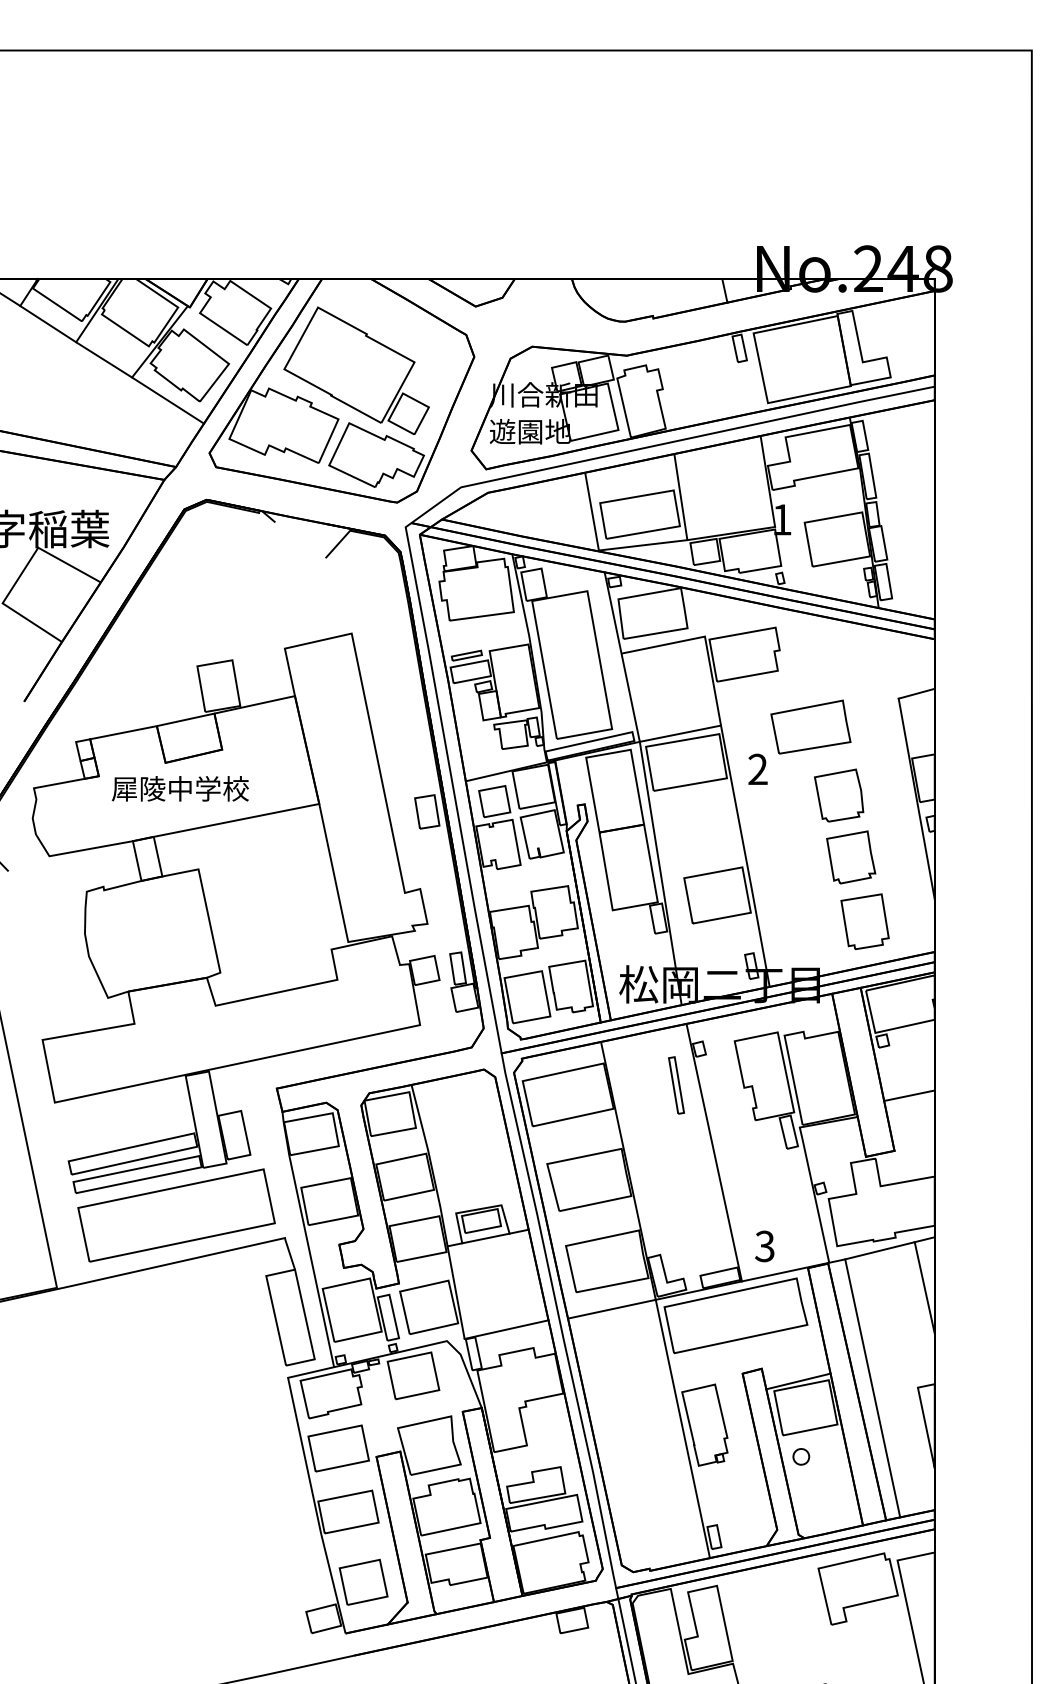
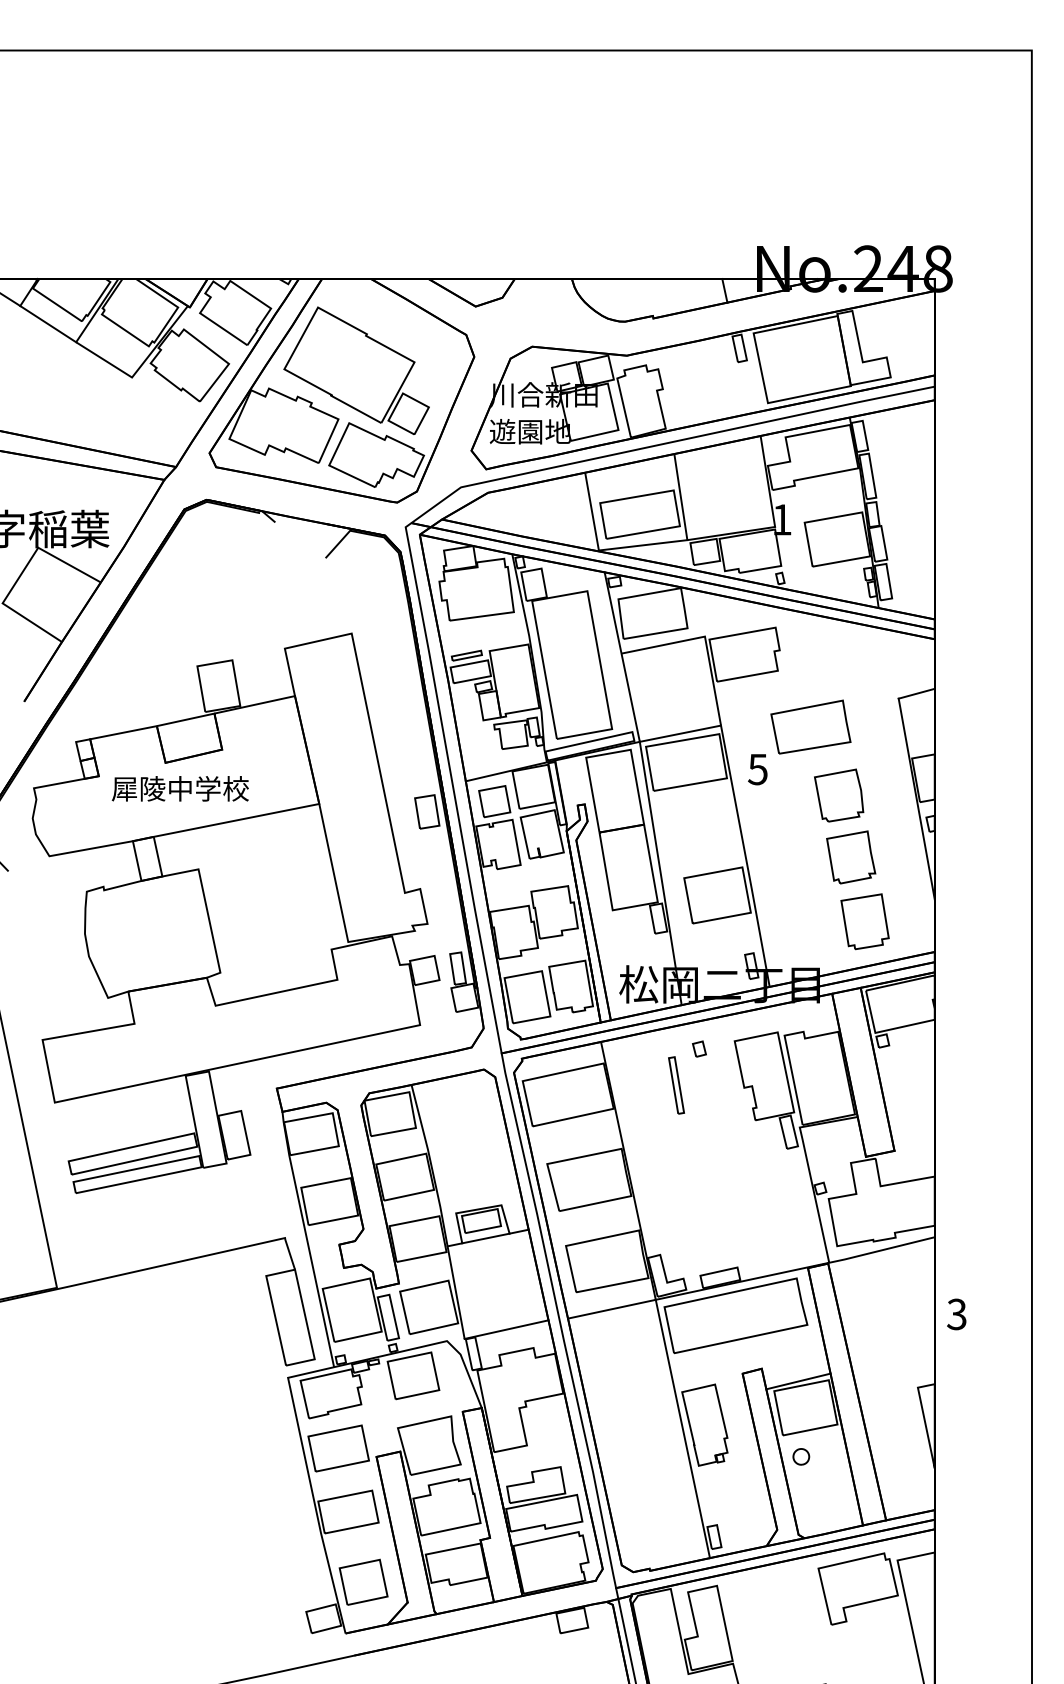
line at (168, 400): present -> none
text at (757, 769): 2 -> 5
line at (909, 1095): present -> none
line at (713, 1152): present -> none
part at (176, 1215): present -> none
text at (764, 1246) position: (764, 1246) -> (956, 1314)
line at (924, 1287): present -> none
line at (872, 1388): present -> none
